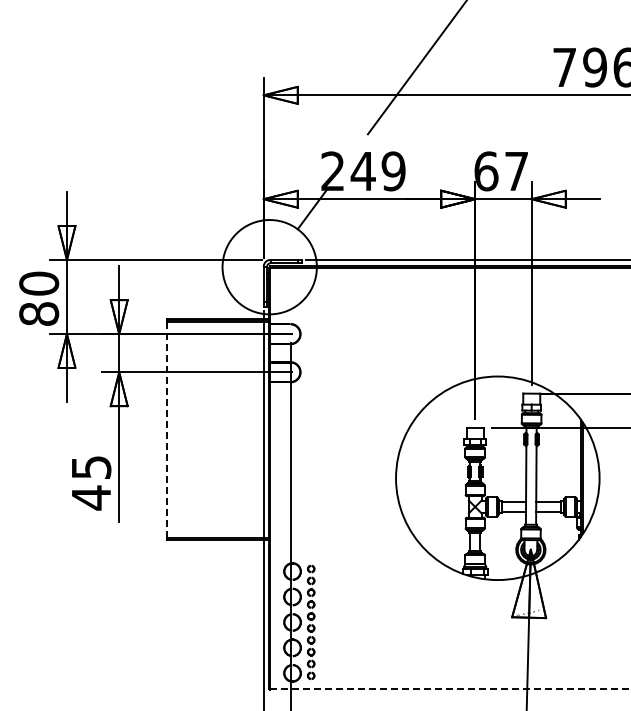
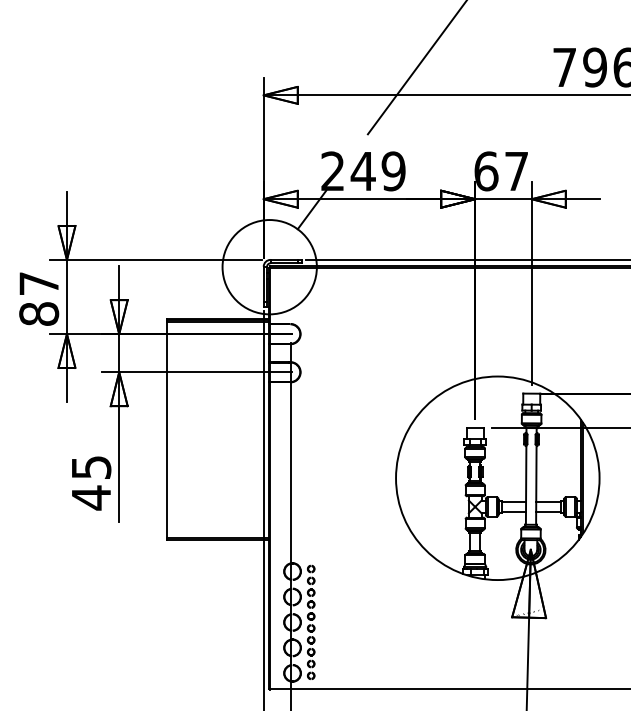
text at (39, 283): 80 -> 87
line at (166, 429): dashed -> solid
line at (451, 689): dashed -> solid
